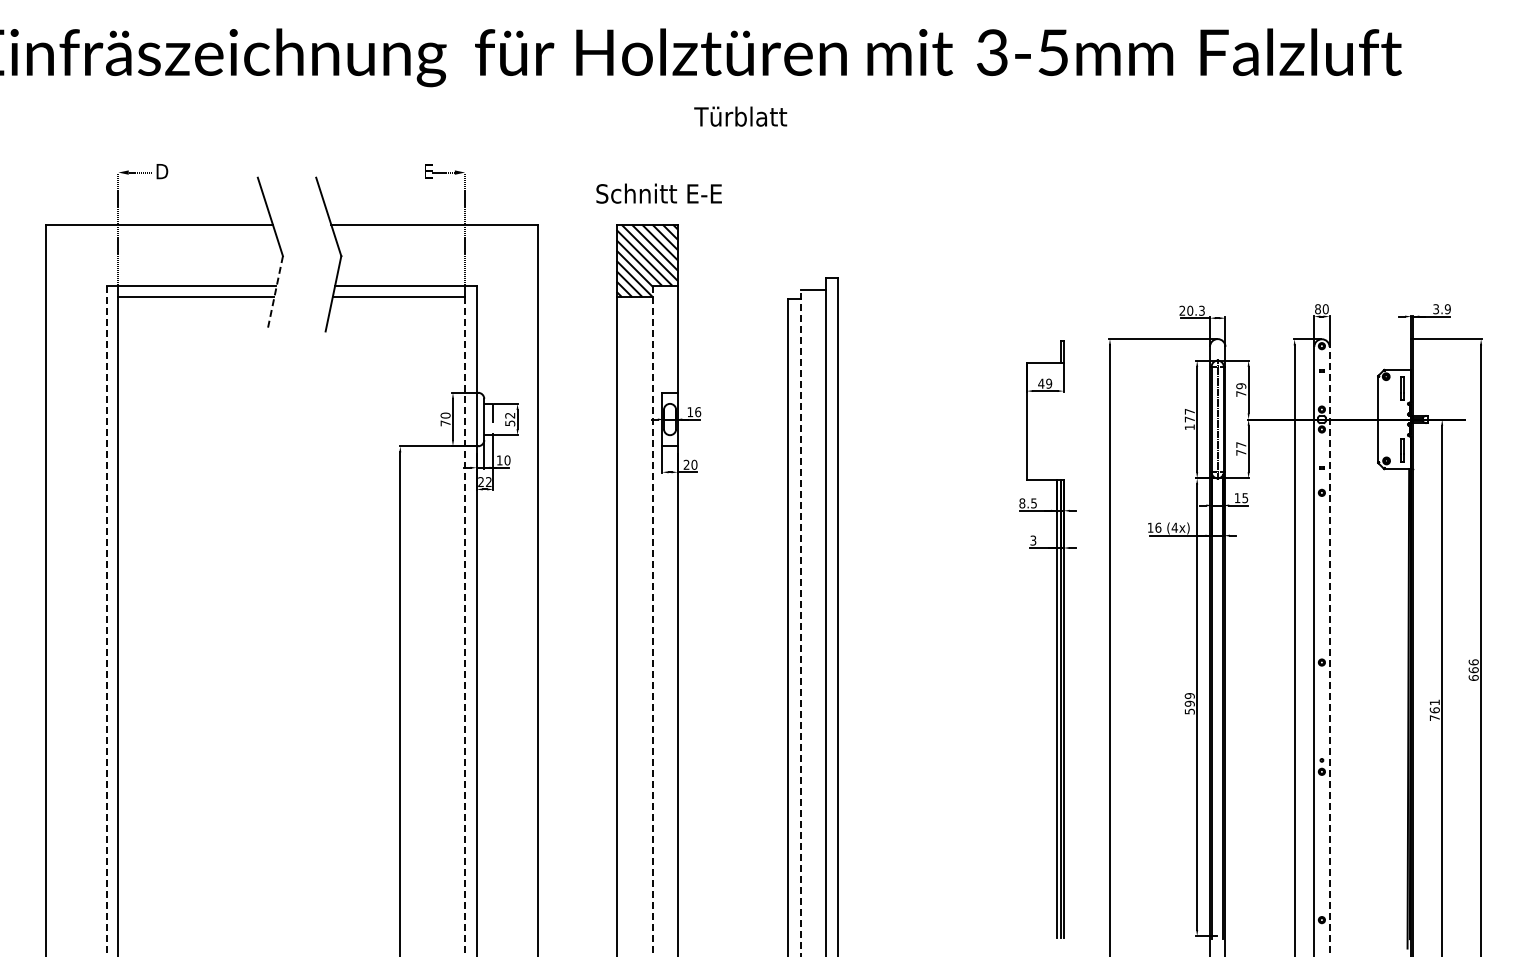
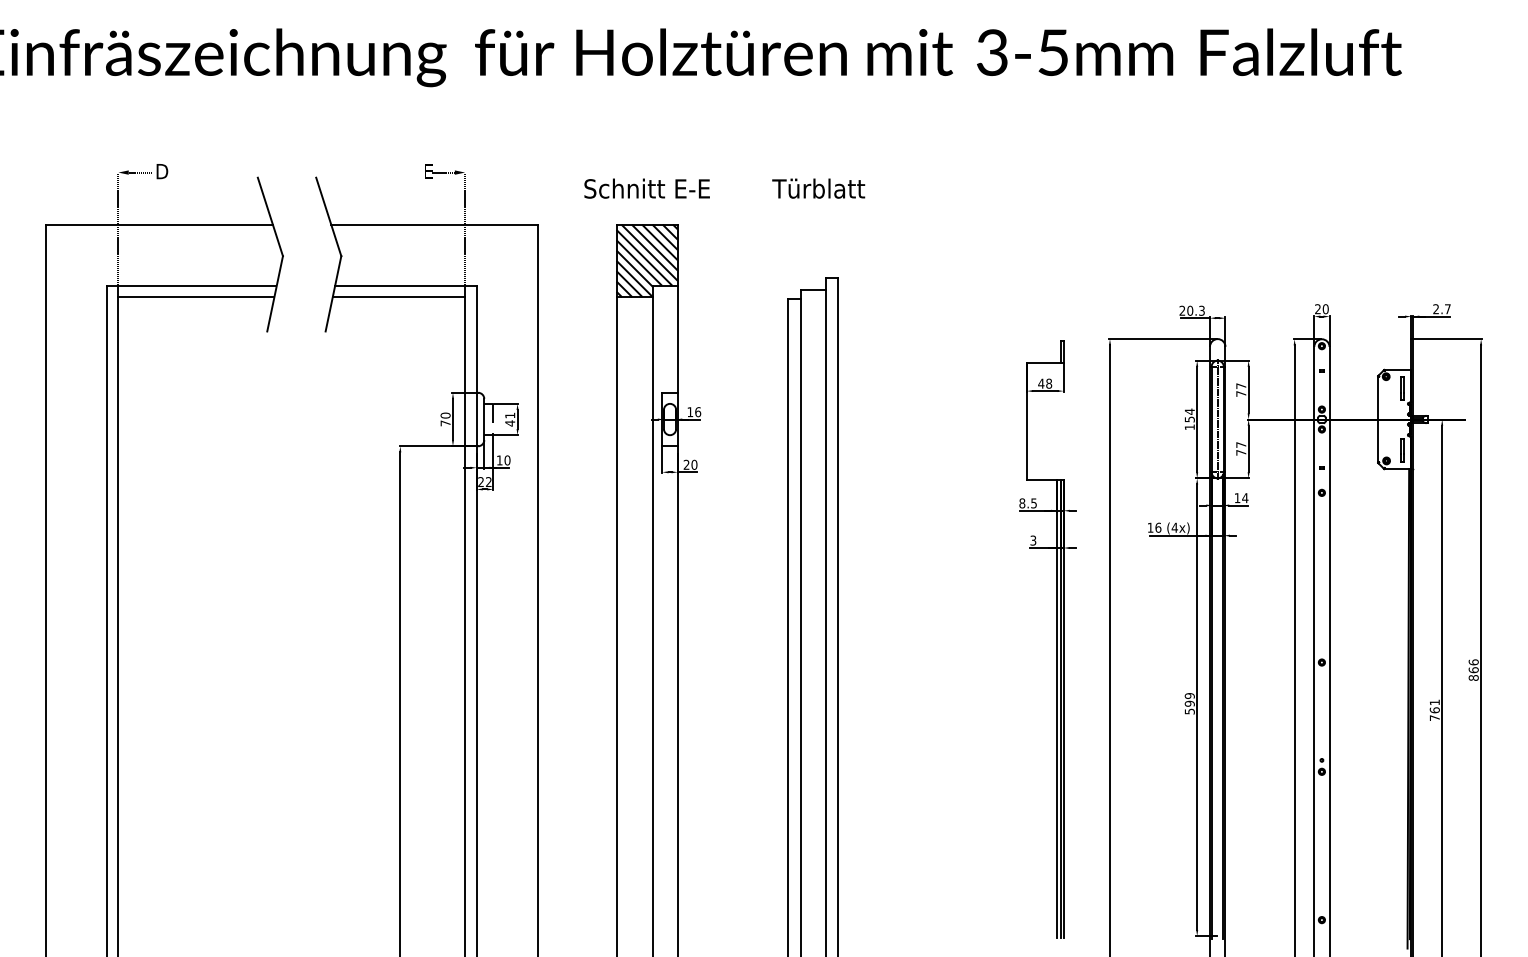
text at (740, 116) position: (740, 116) -> (818, 188)
text at (658, 193) position: (658, 193) -> (646, 188)
line at (275, 294): dashed -> solid
text at (1317, 309): 80 -> 20
text at (1441, 309): 3.9 -> 2.7
text at (1049, 383): 49 -> 48
text at (1241, 386): 79 -> 77
text at (1189, 415): 177 -> 154
text at (510, 419): 52 -> 41
text at (1245, 498): 15 -> 14
line at (106, 621): dashed -> solid
line at (653, 621): dashed -> solid
line at (801, 622): dashed -> solid
line at (465, 627): dashed -> solid
line at (1329, 651): dashed -> solid
text at (1473, 677): 666 -> 866
